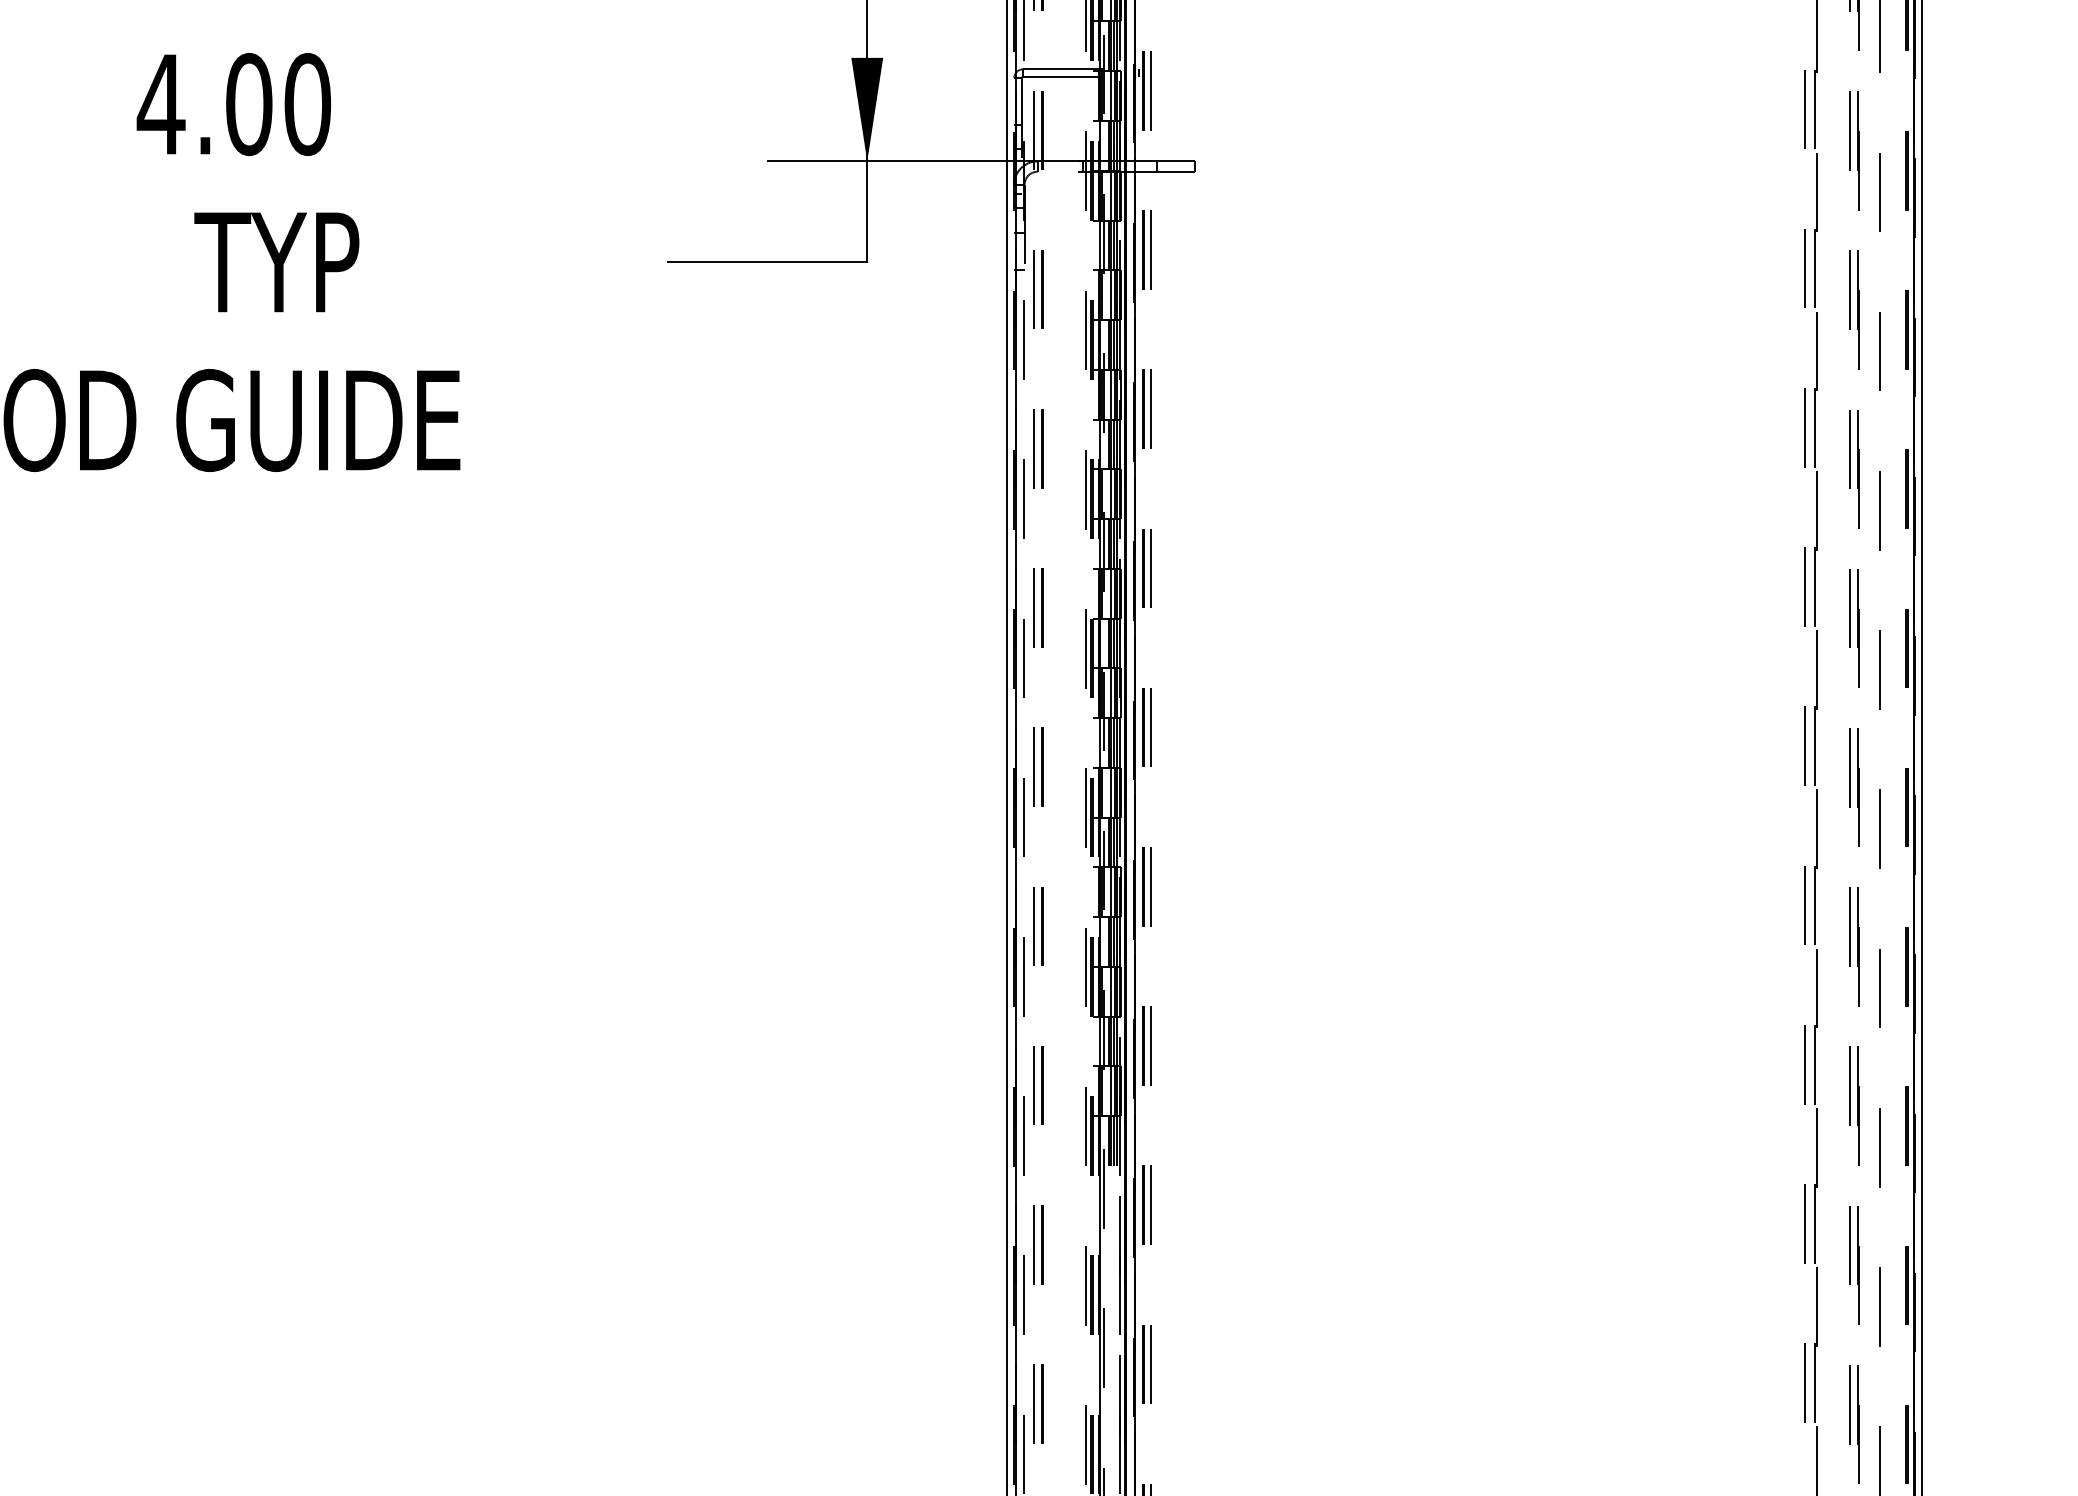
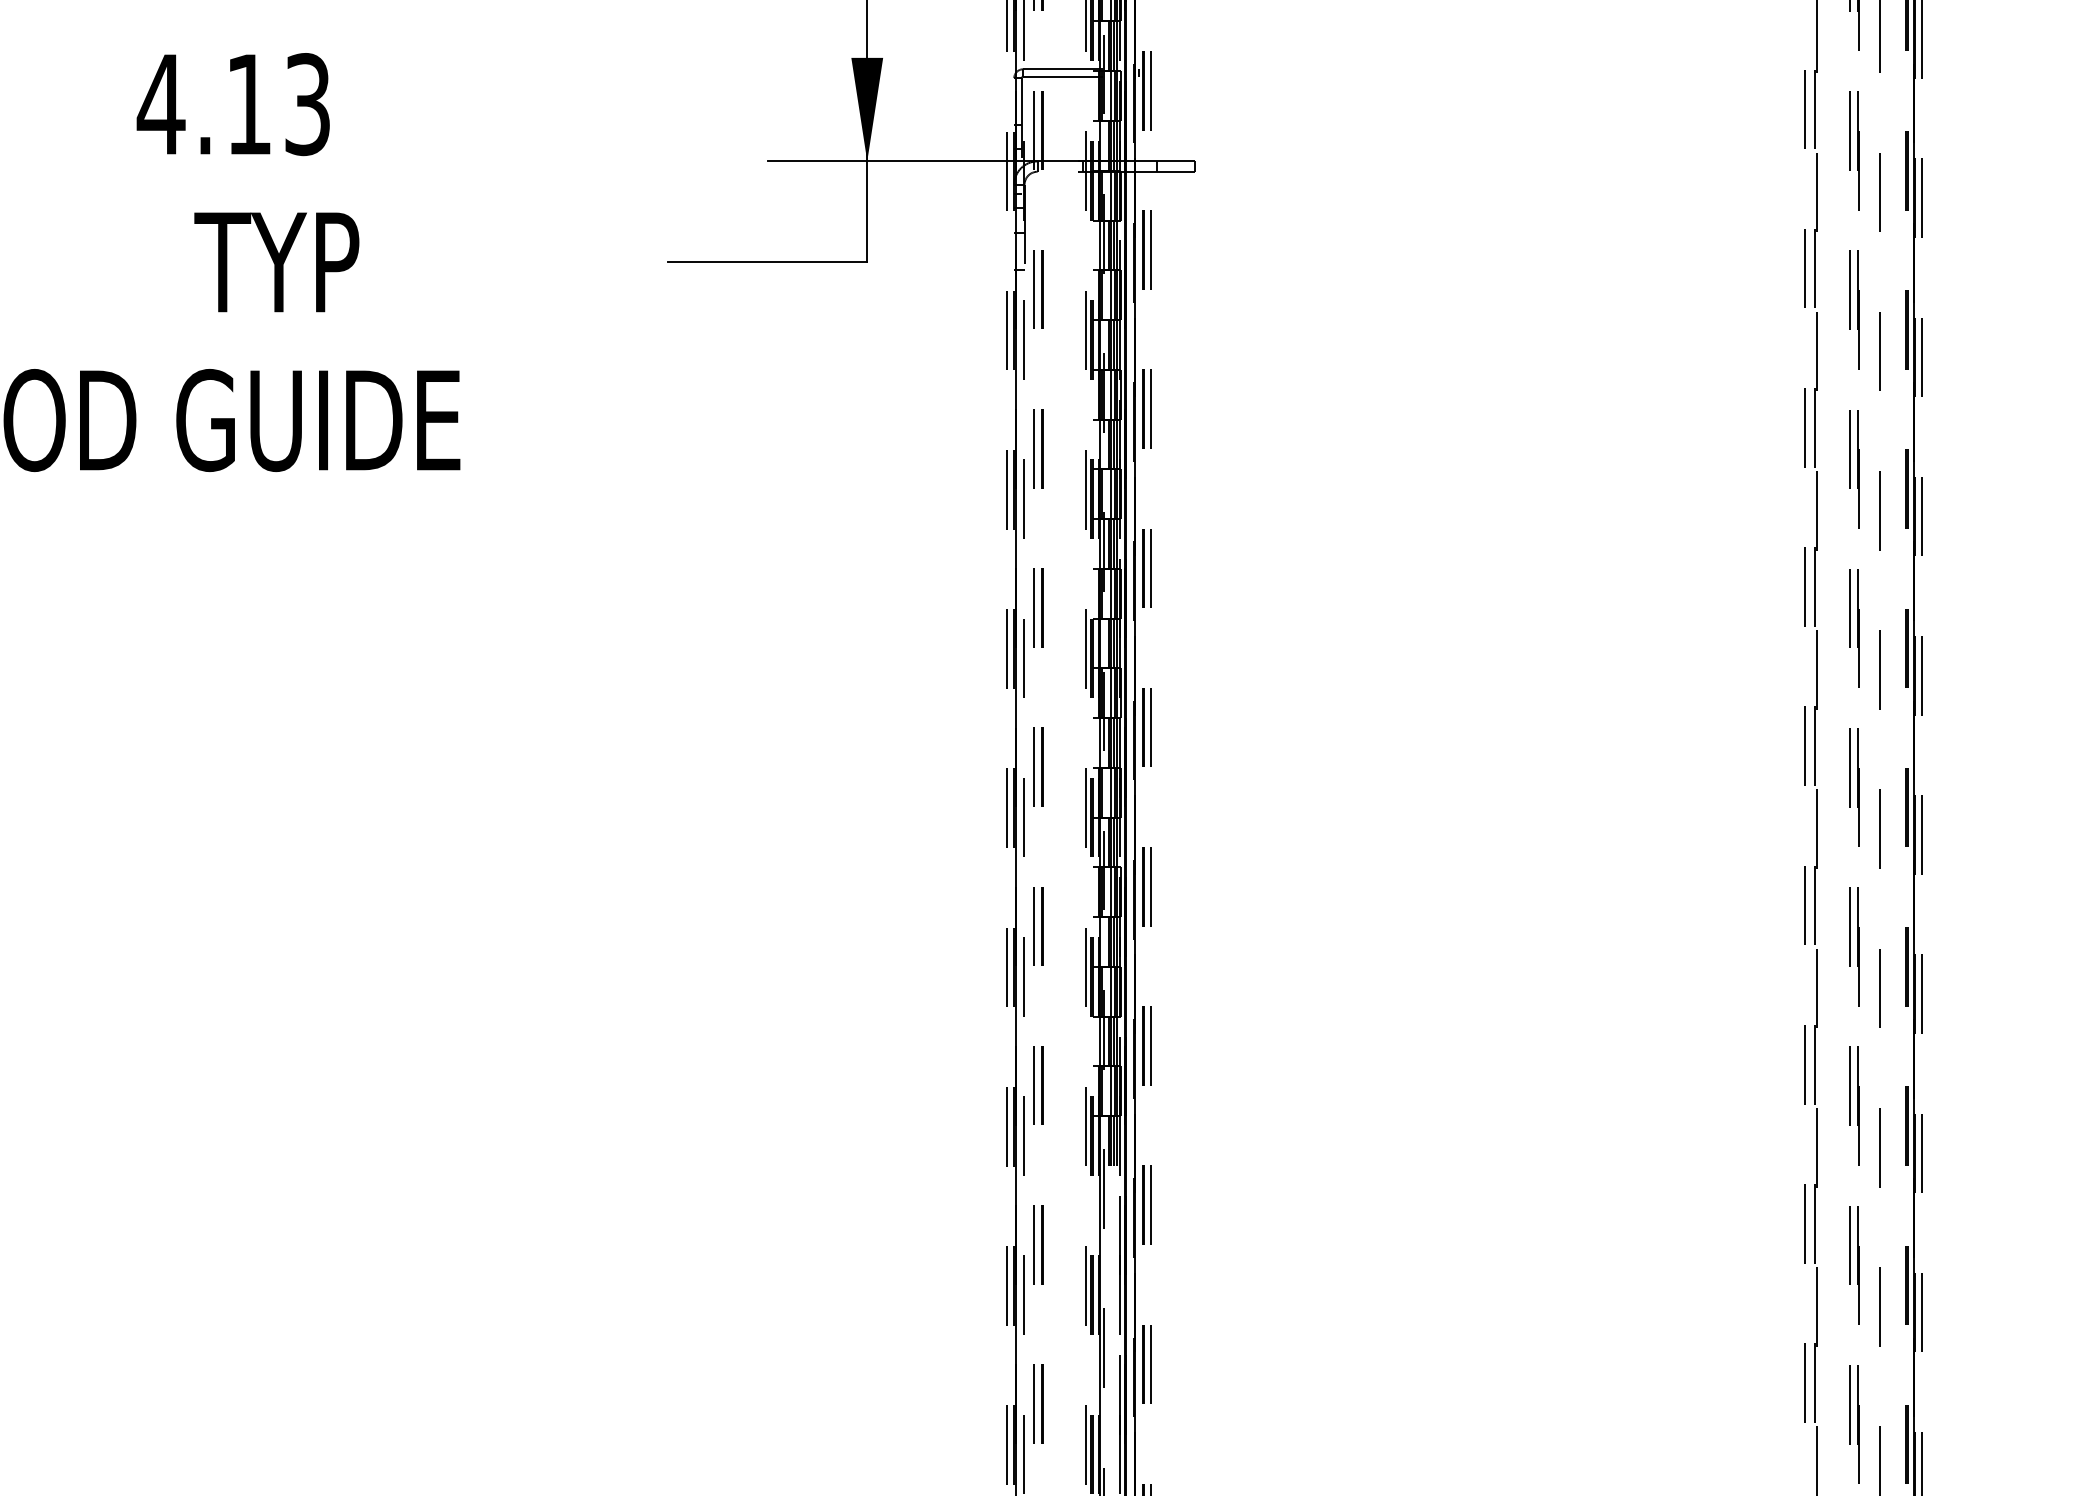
text at (278, 104): 4.00 -> 4.13
line at (1006, 747): solid -> dashed
line at (1922, 748): solid -> dashed
